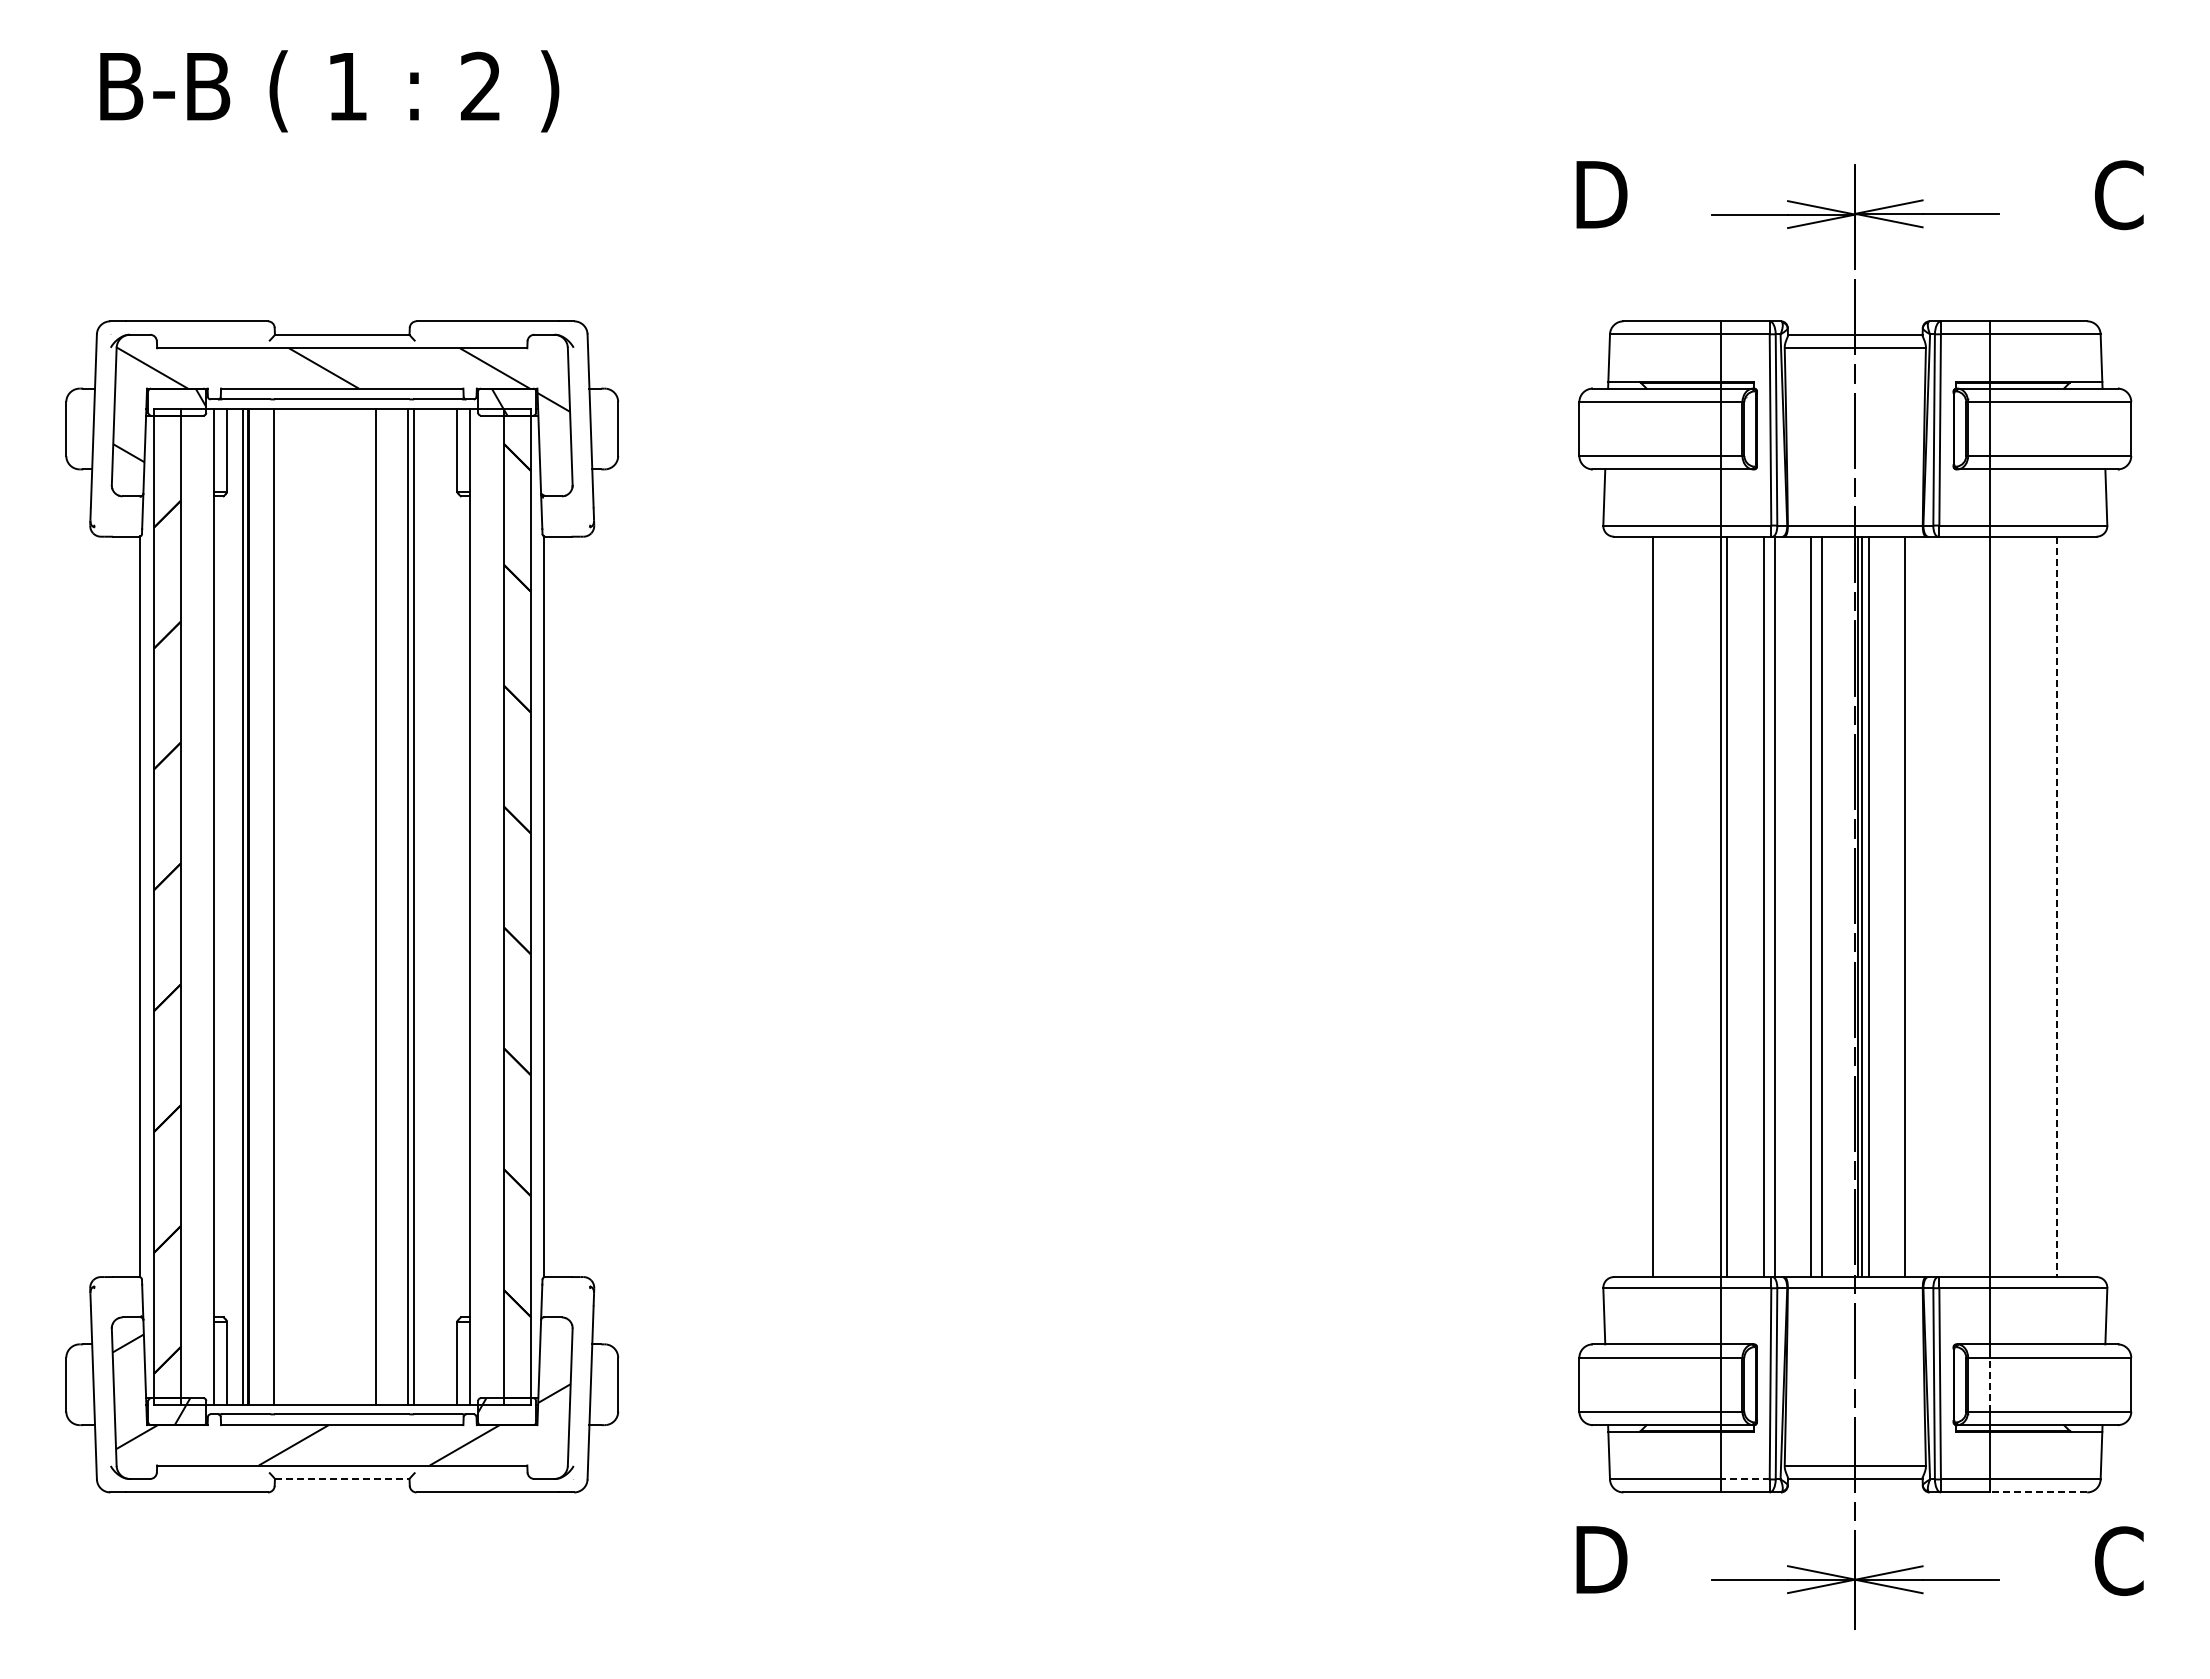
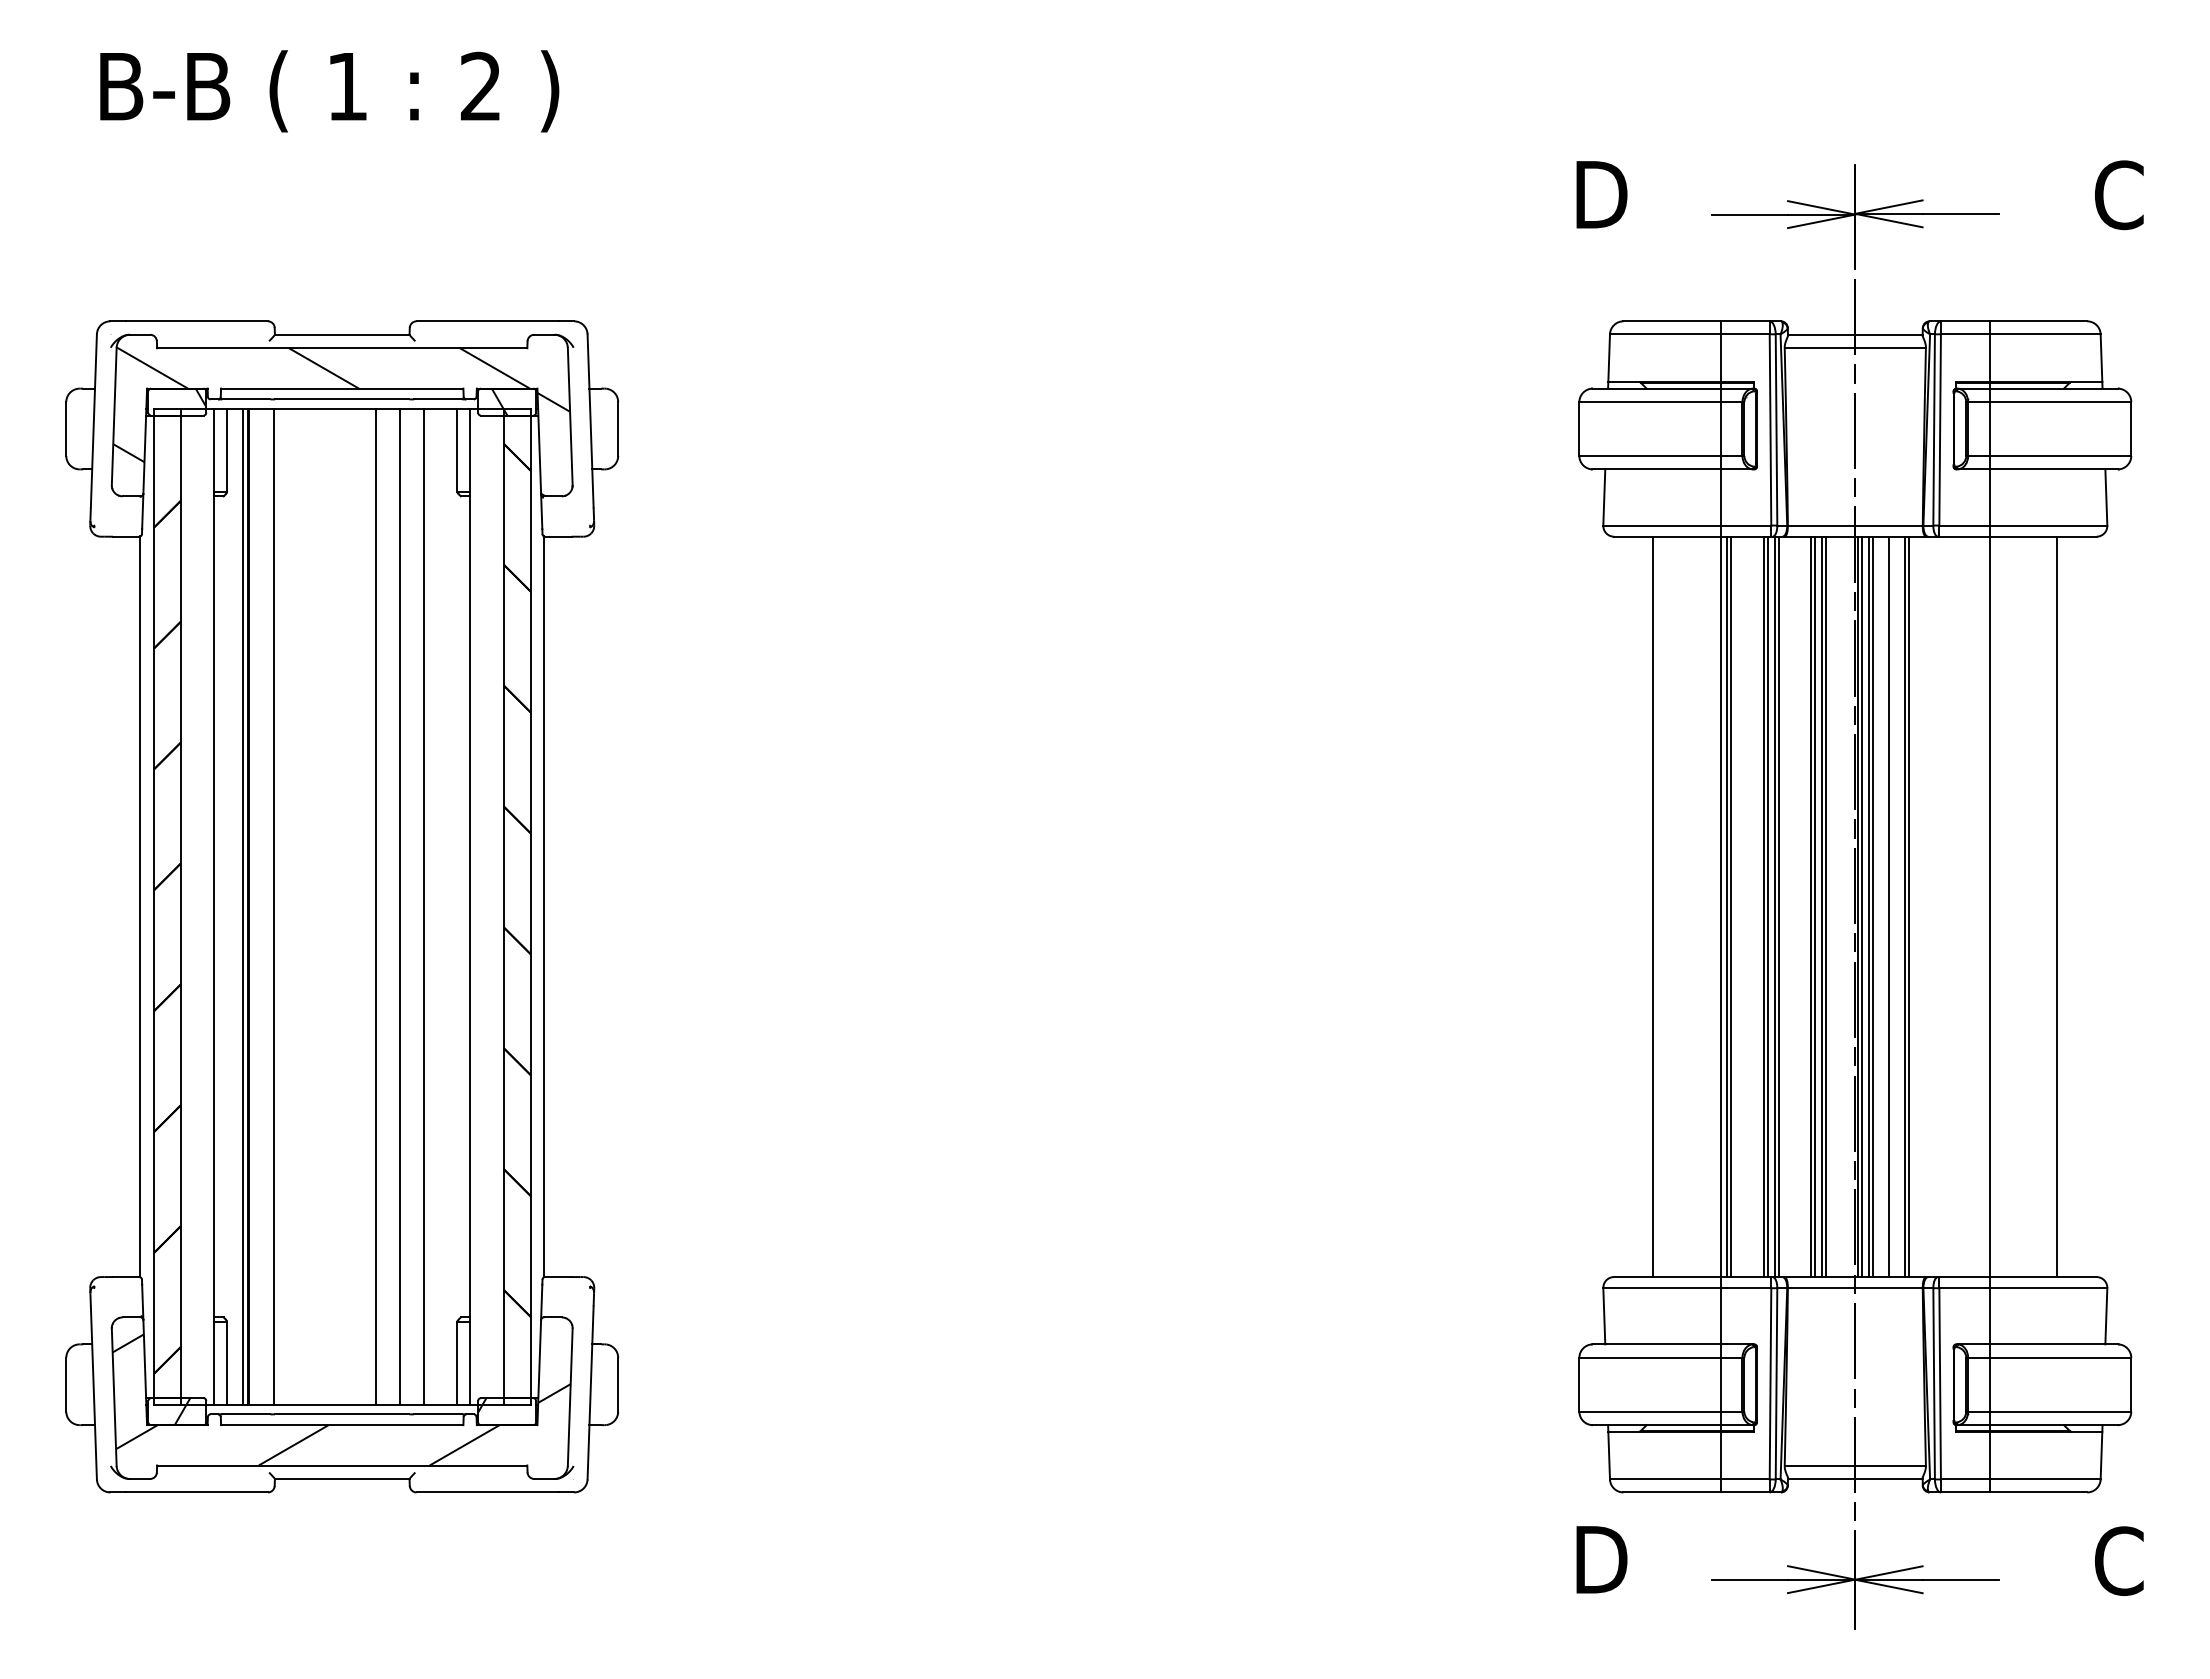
line at (408, 906) position: (408, 906) -> (424, 906)
line at (414, 906) position: (414, 906) -> (400, 906)
line at (1731, 906): none -> present
line at (1767, 906): none -> present
line at (1778, 906): none -> present
line at (1814, 906): none -> present
line at (1825, 906): none -> present
line at (1872, 906): none -> present
line at (1888, 906): none -> present
line at (1909, 906): none -> present
line at (2057, 907): dashed -> solid
line at (1989, 1384): dashed -> solid
line at (342, 1478): dashed -> solid
line at (1745, 1479): dashed -> solid
line at (2038, 1492): dashed -> solid
